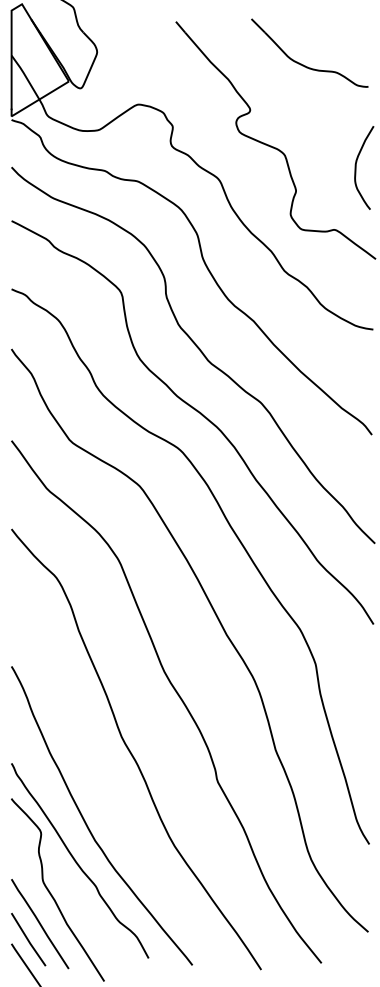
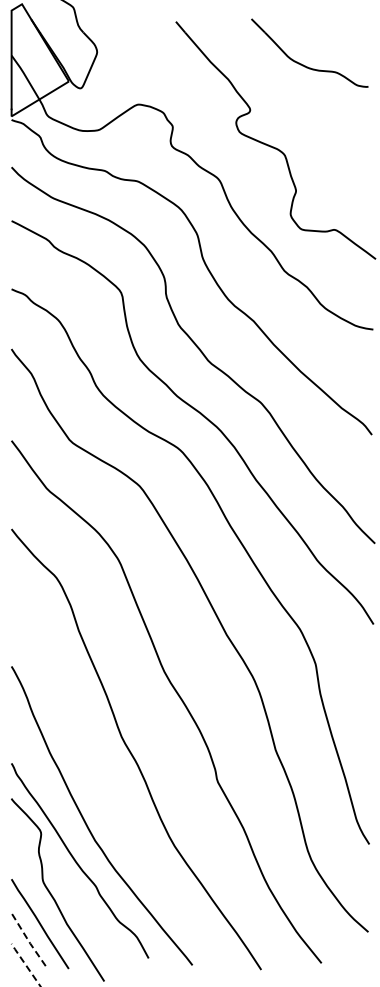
curve at (356, 167): present -> none
line at (28, 940): solid -> dashed
line at (25, 964): solid -> dashed
